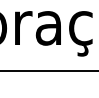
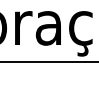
line at (48, 70) position: (48, 70) -> (48, 61)
